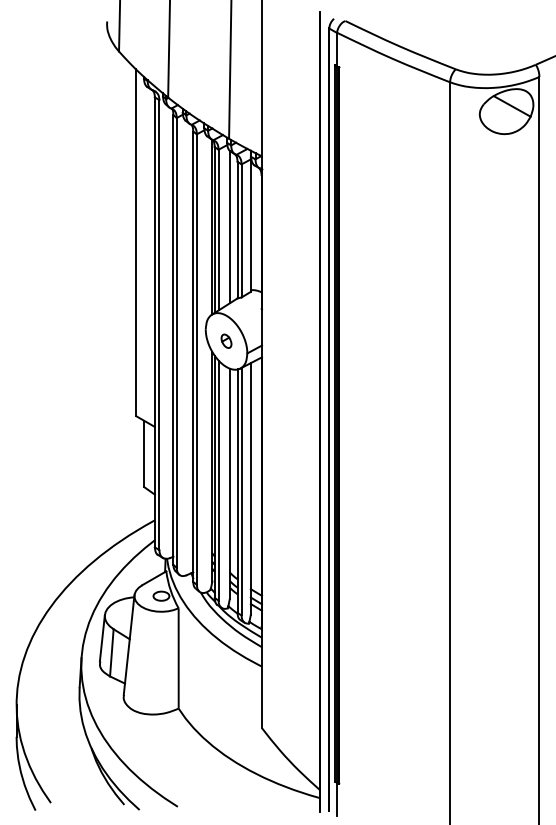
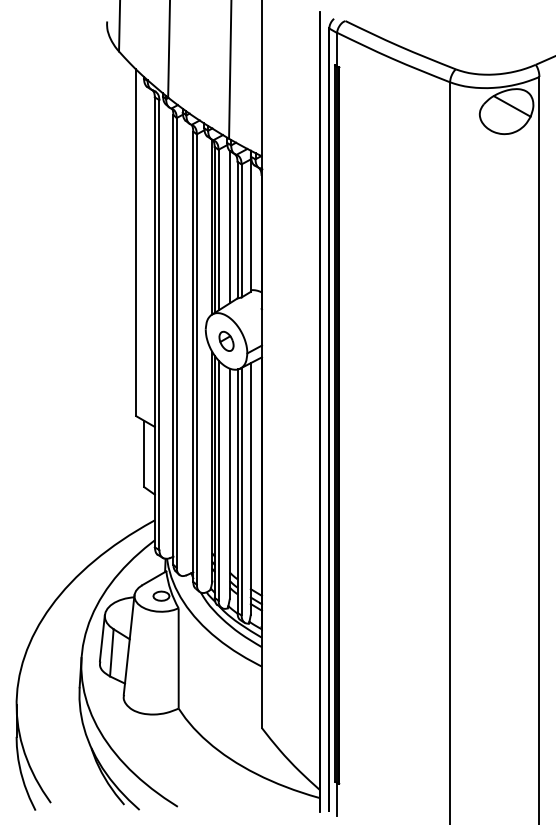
part at (226, 340) size: 13x16 px -> 17x22 px
